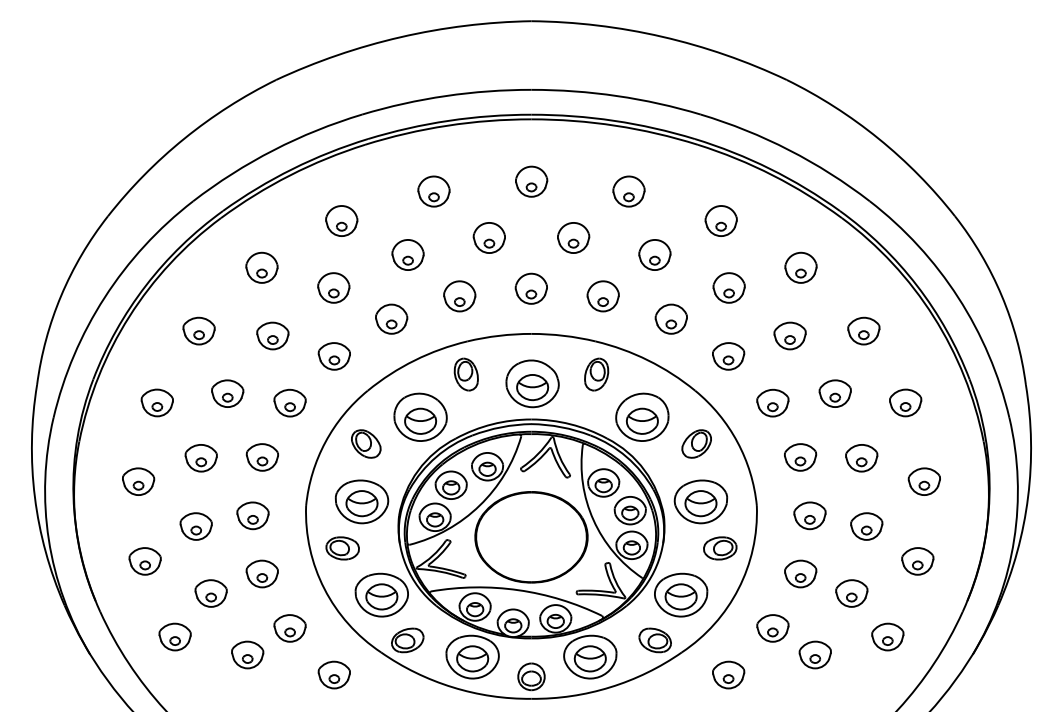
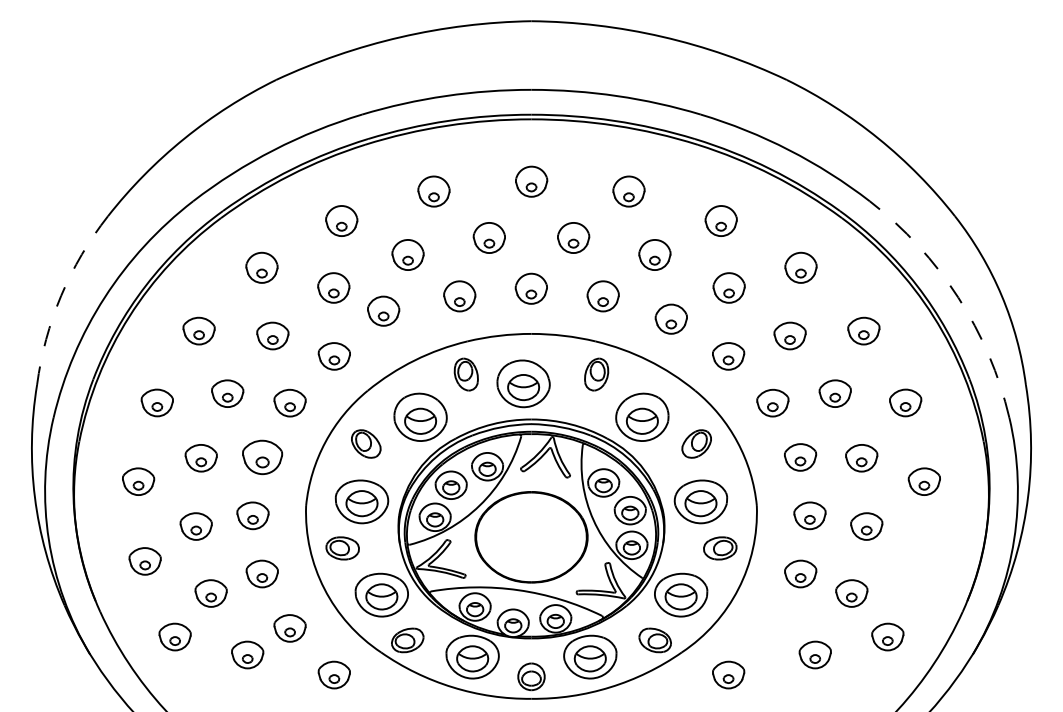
arc at (61, 295): solid -> dashed
arc at (958, 297): solid -> dashed
part at (391, 318) position: (391, 318) -> (383, 310)
part at (532, 383) position: (532, 383) -> (523, 383)
part at (261, 457) size: 34x29 px -> 42x37 px
part at (917, 561): present -> none
part at (772, 628): present -> none
